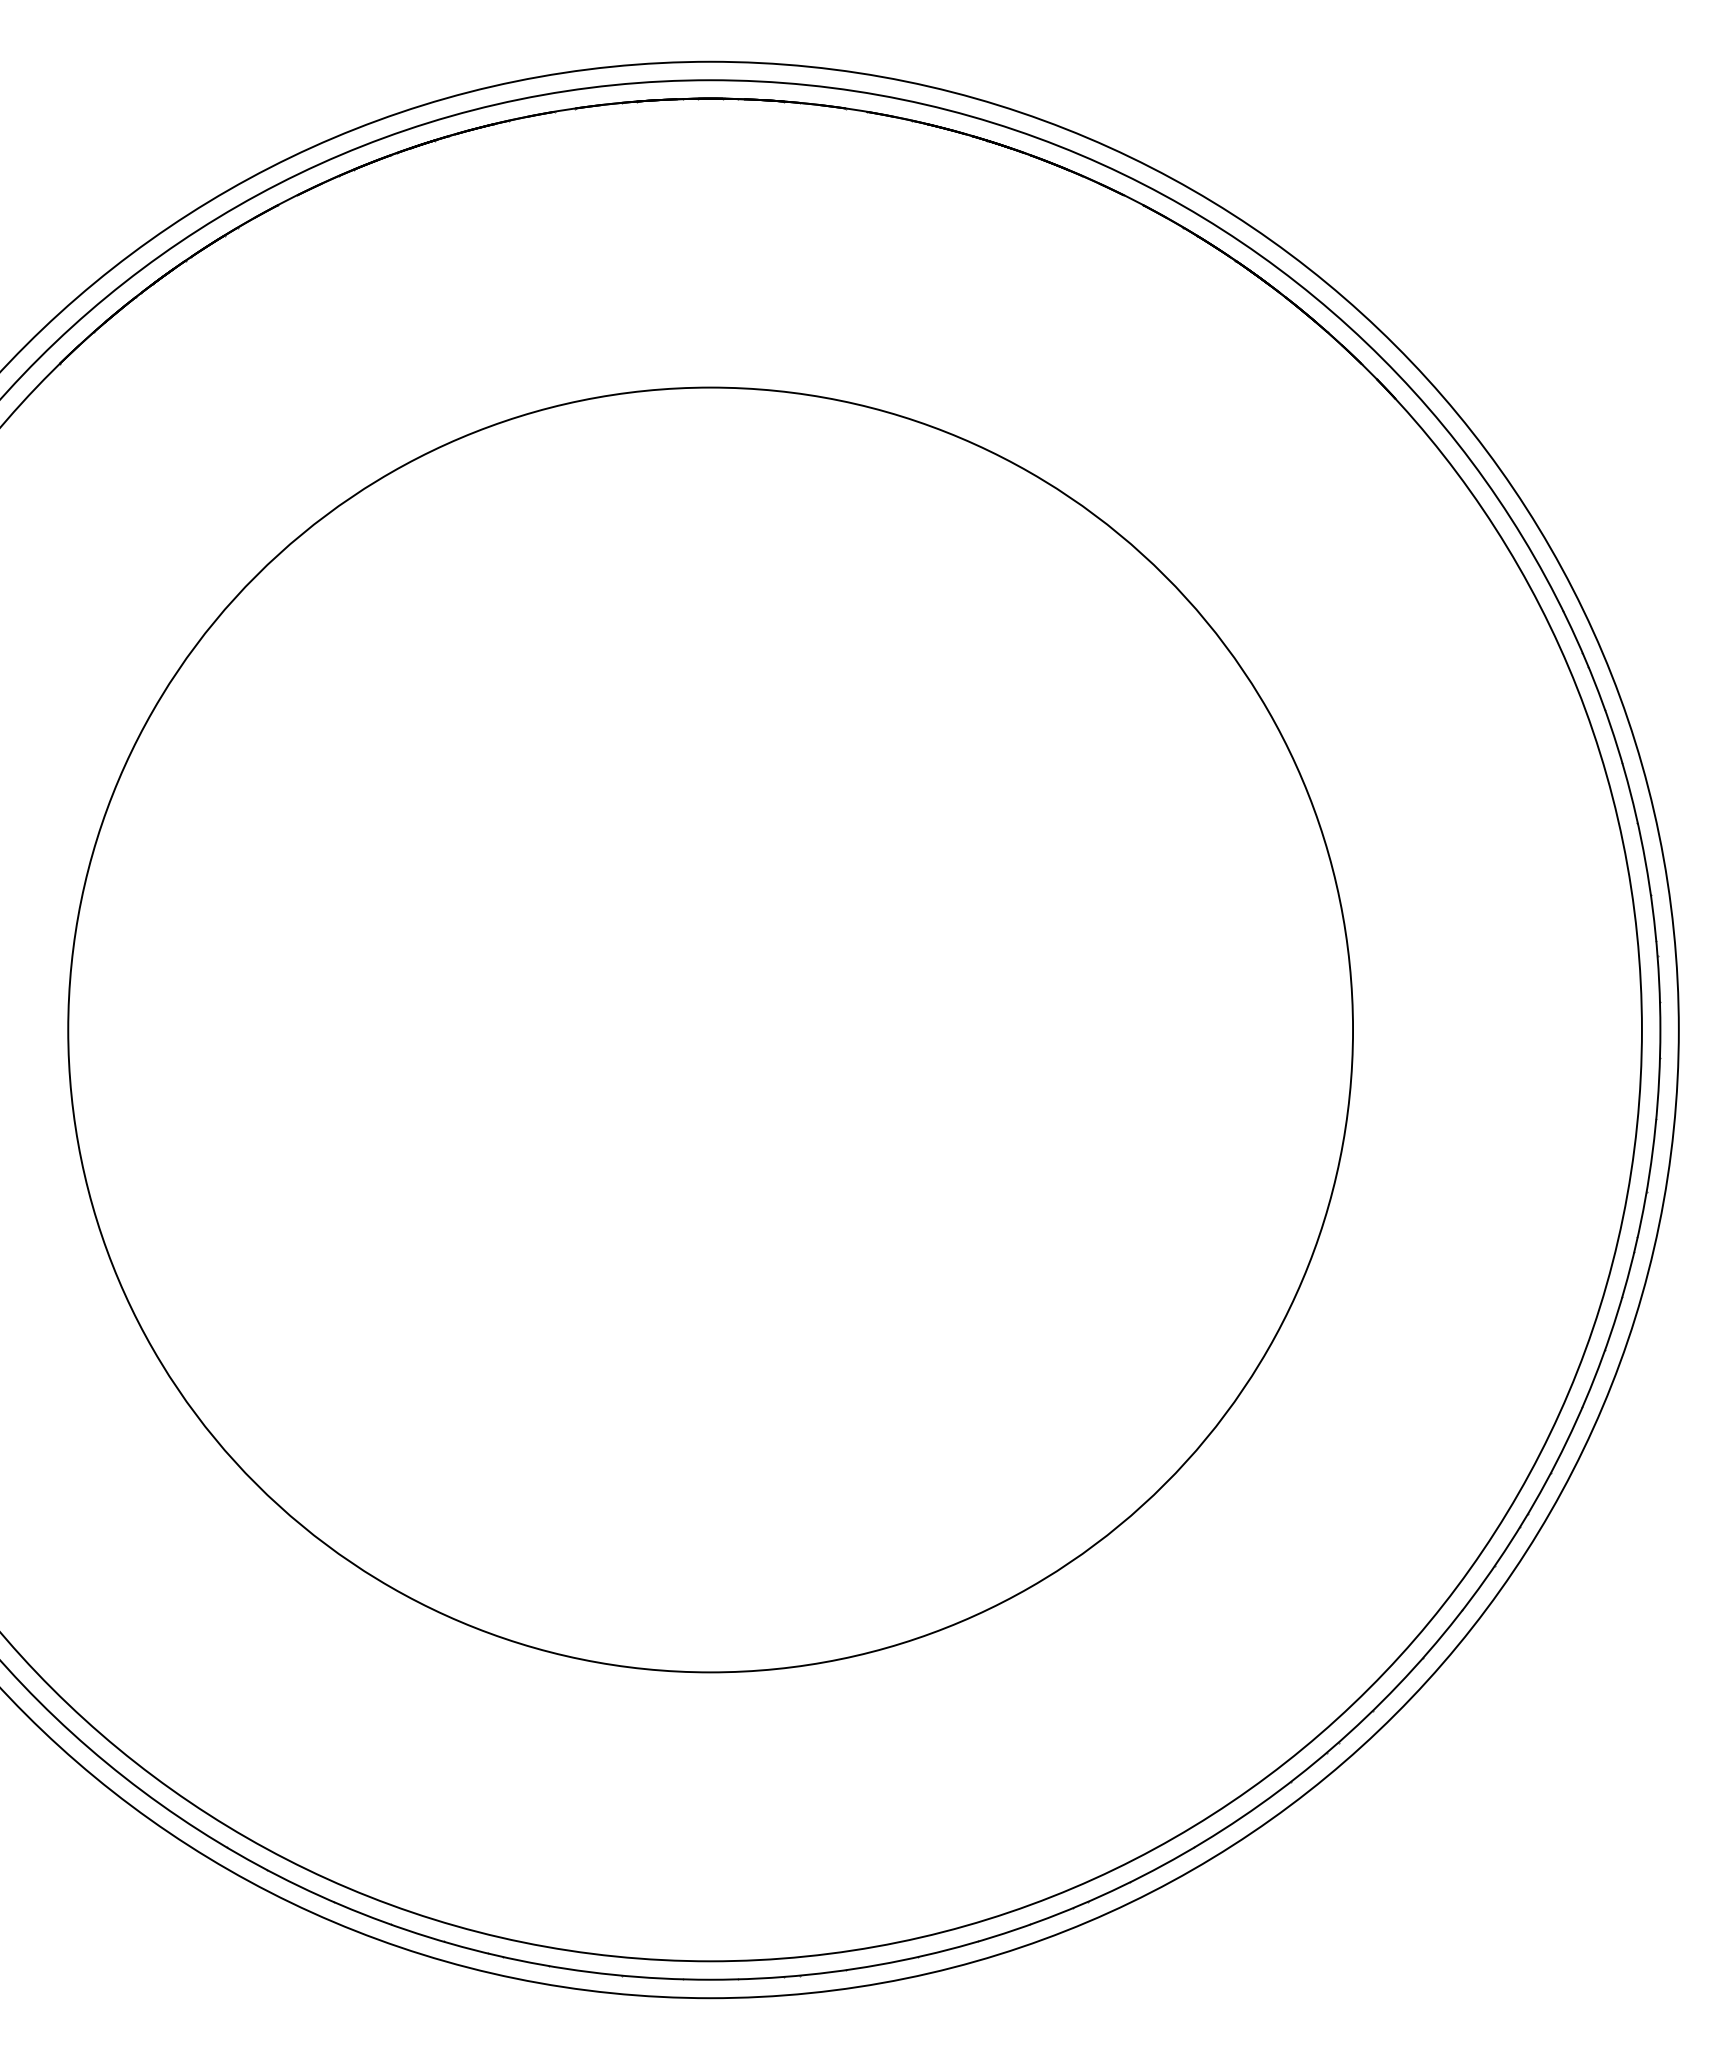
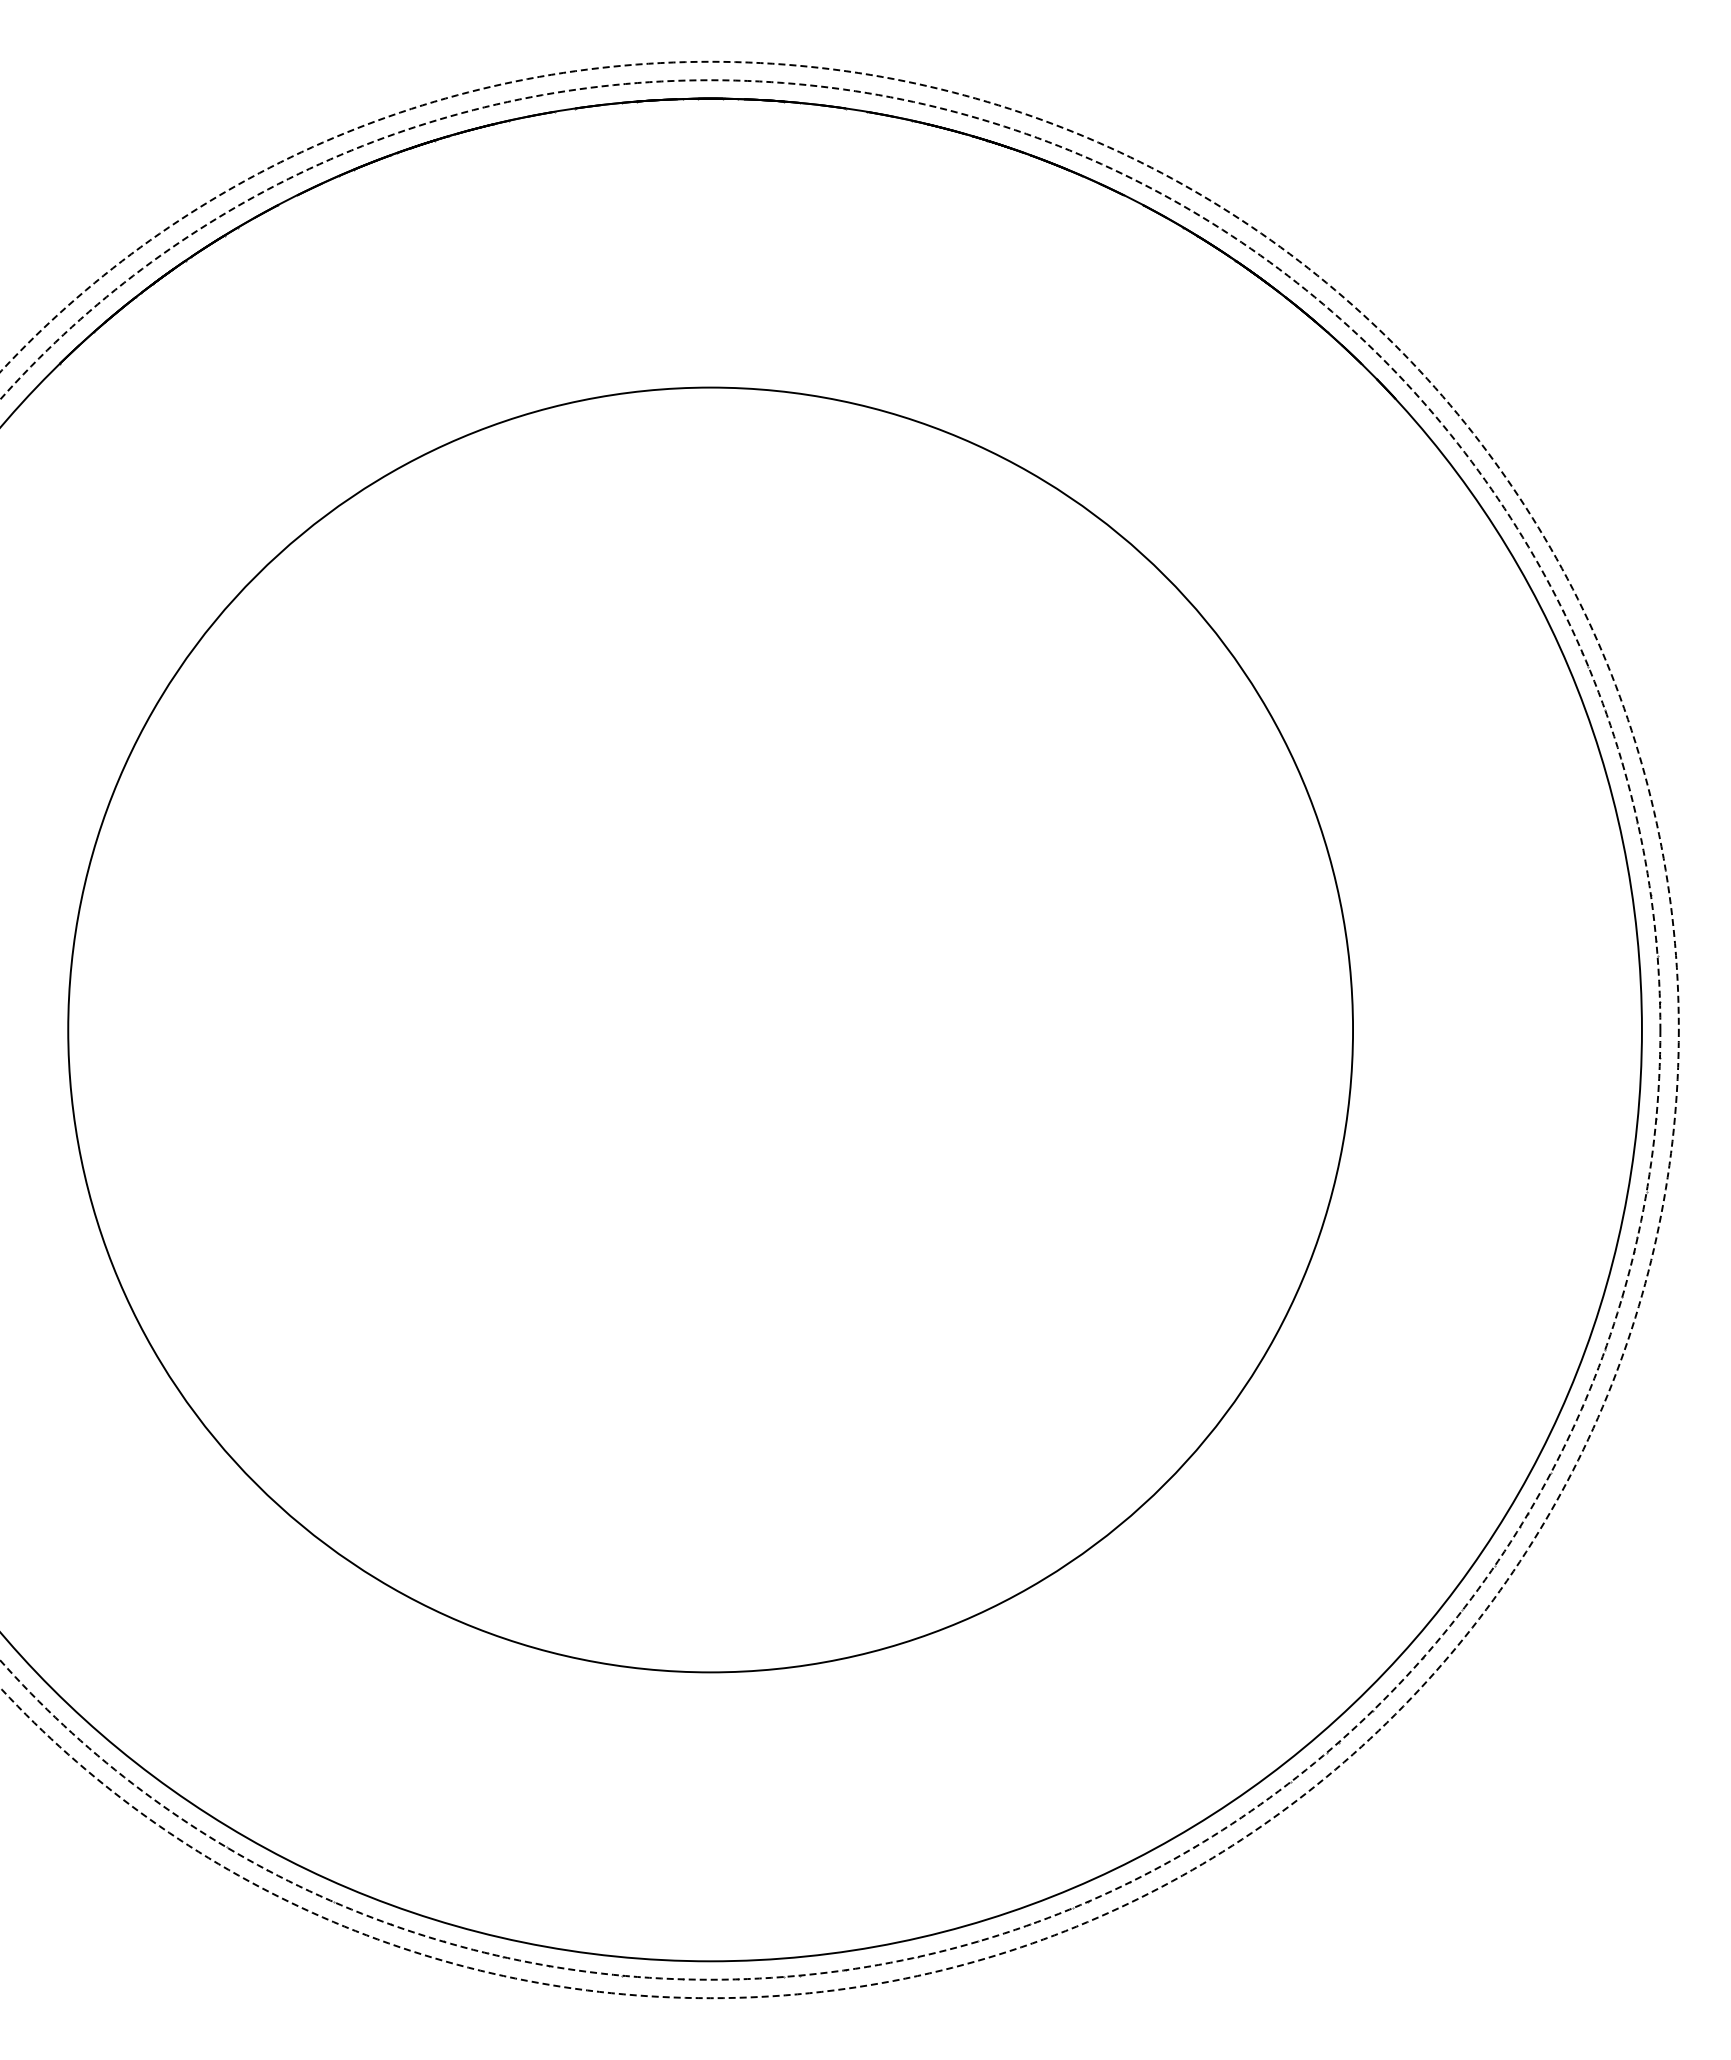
circle at (830, 1029): solid -> dashed
circle at (839, 1029): solid -> dashed
